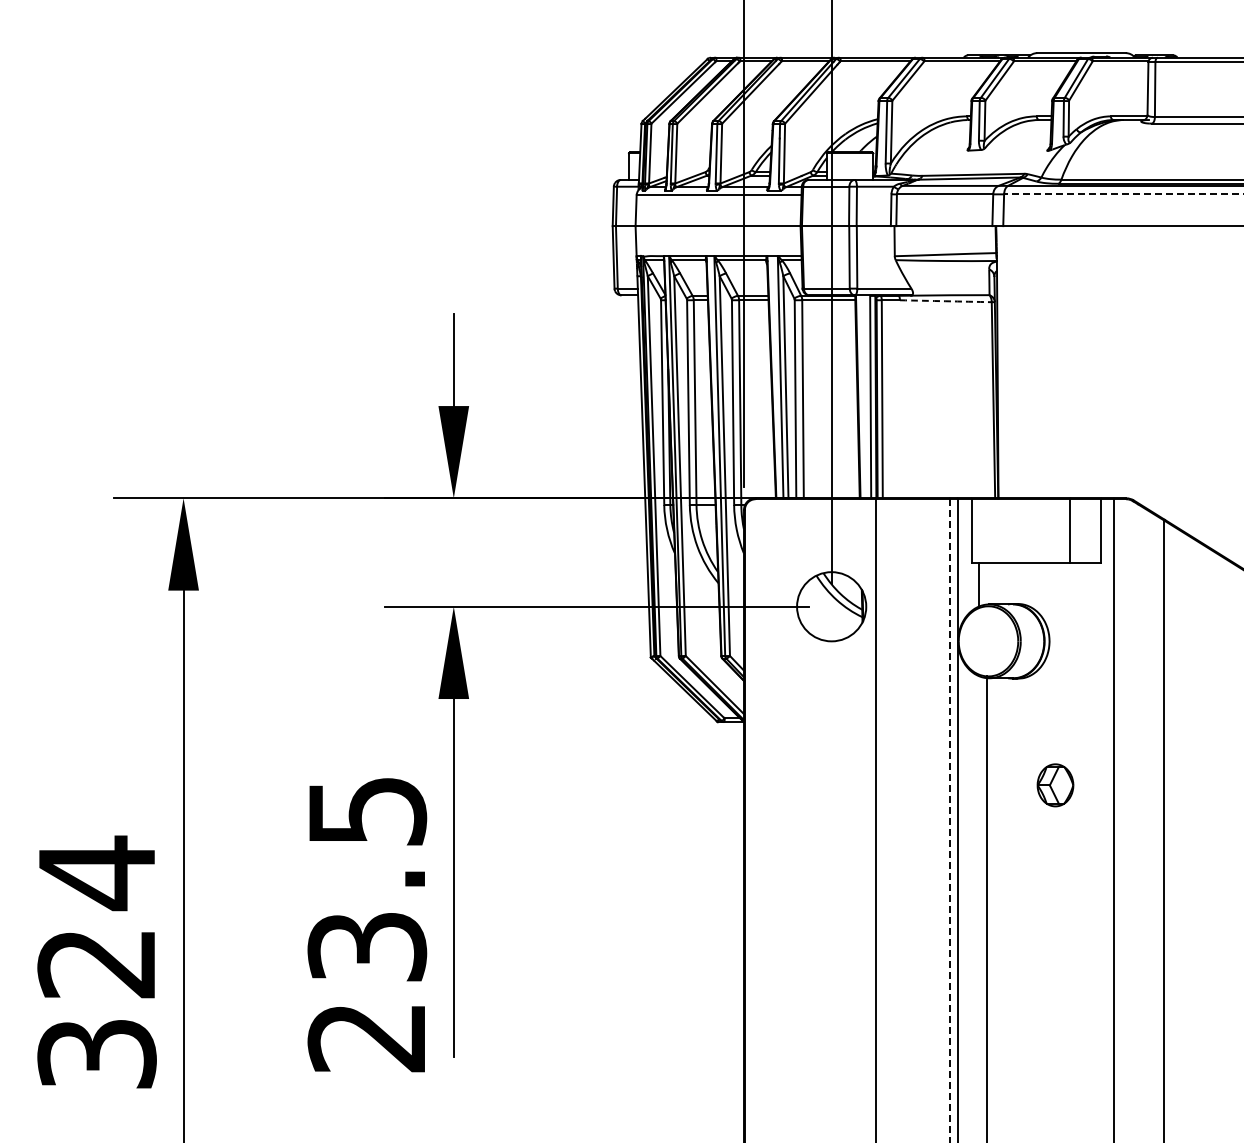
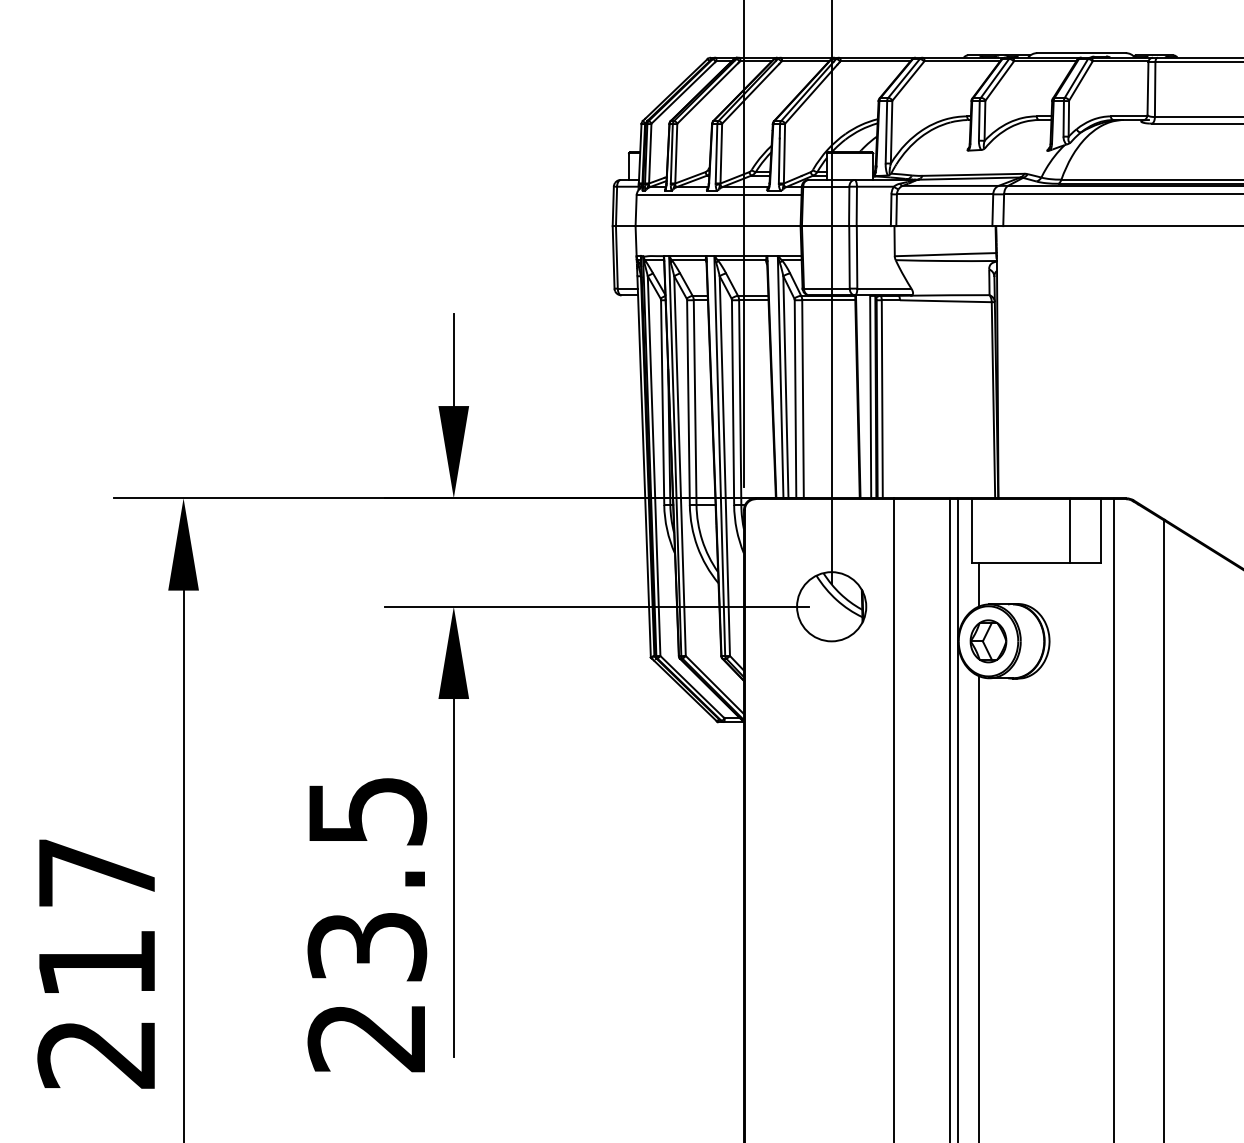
line at (1124, 194): dashed -> solid
arc at (945, 301): dashed -> solid
part at (1055, 785) position: (1055, 785) -> (988, 641)
line at (876, 818) position: (876, 818) -> (894, 818)
line at (950, 821): dashed -> solid
line at (986, 907) position: (986, 907) -> (978, 907)
text at (96, 961): 324 -> 217
